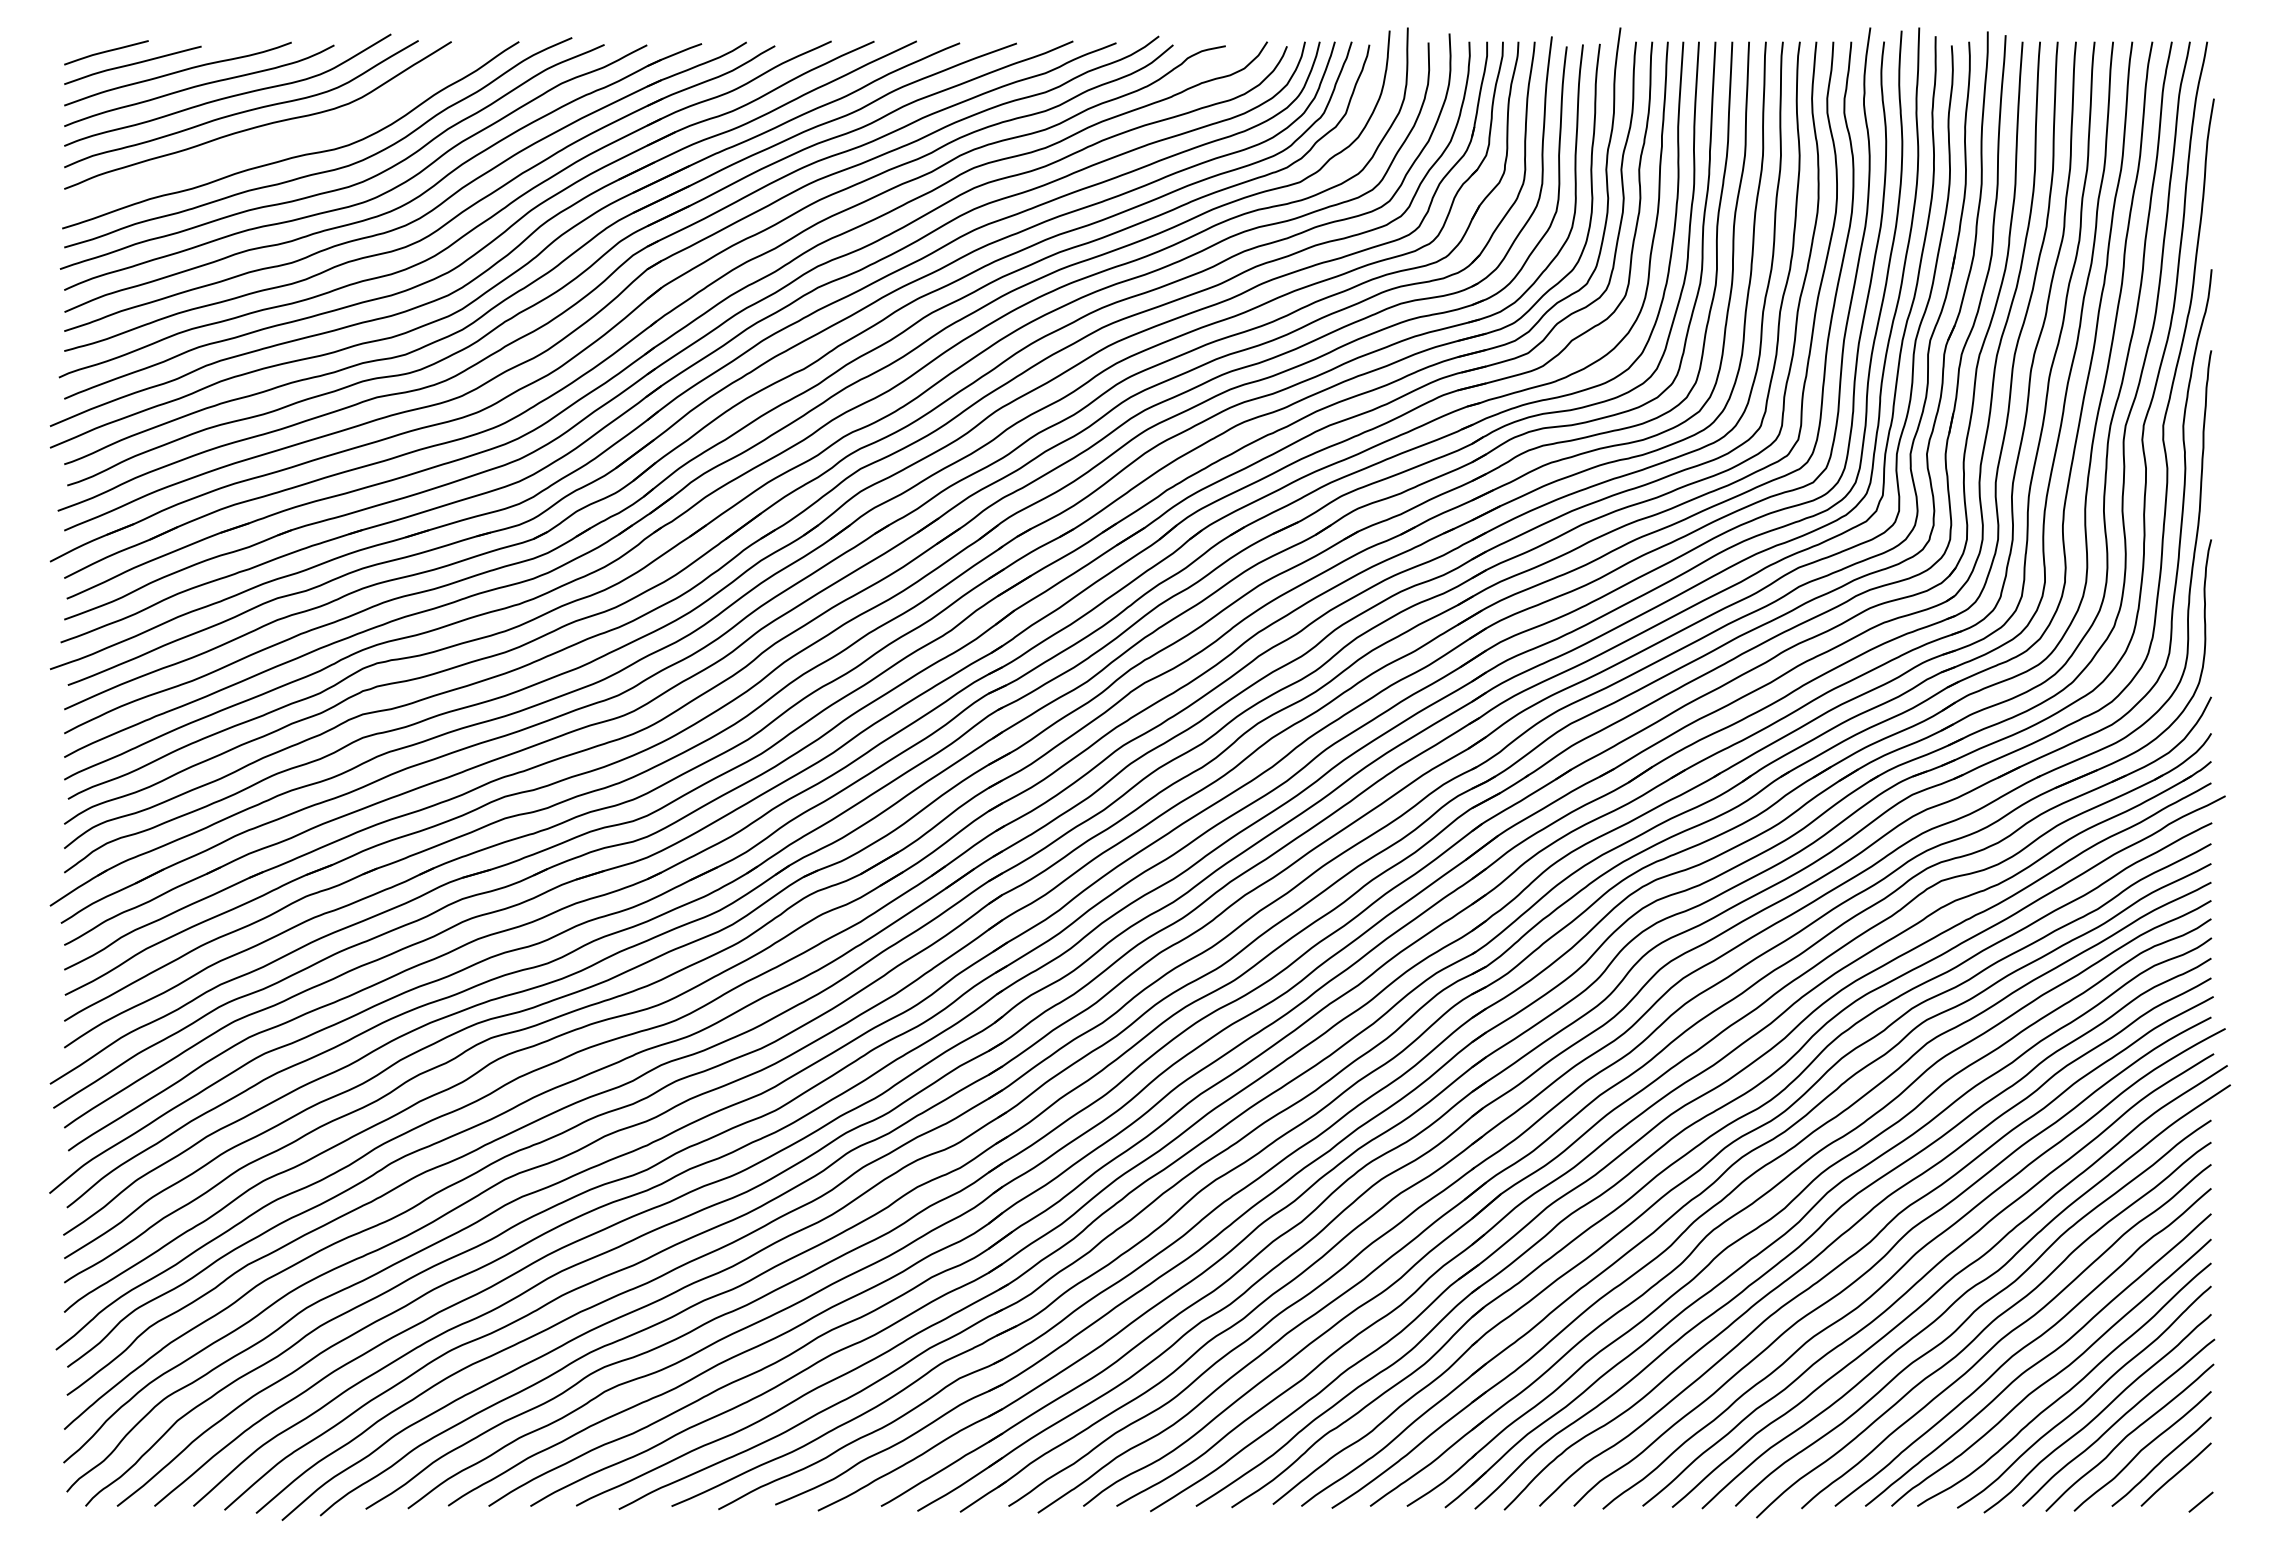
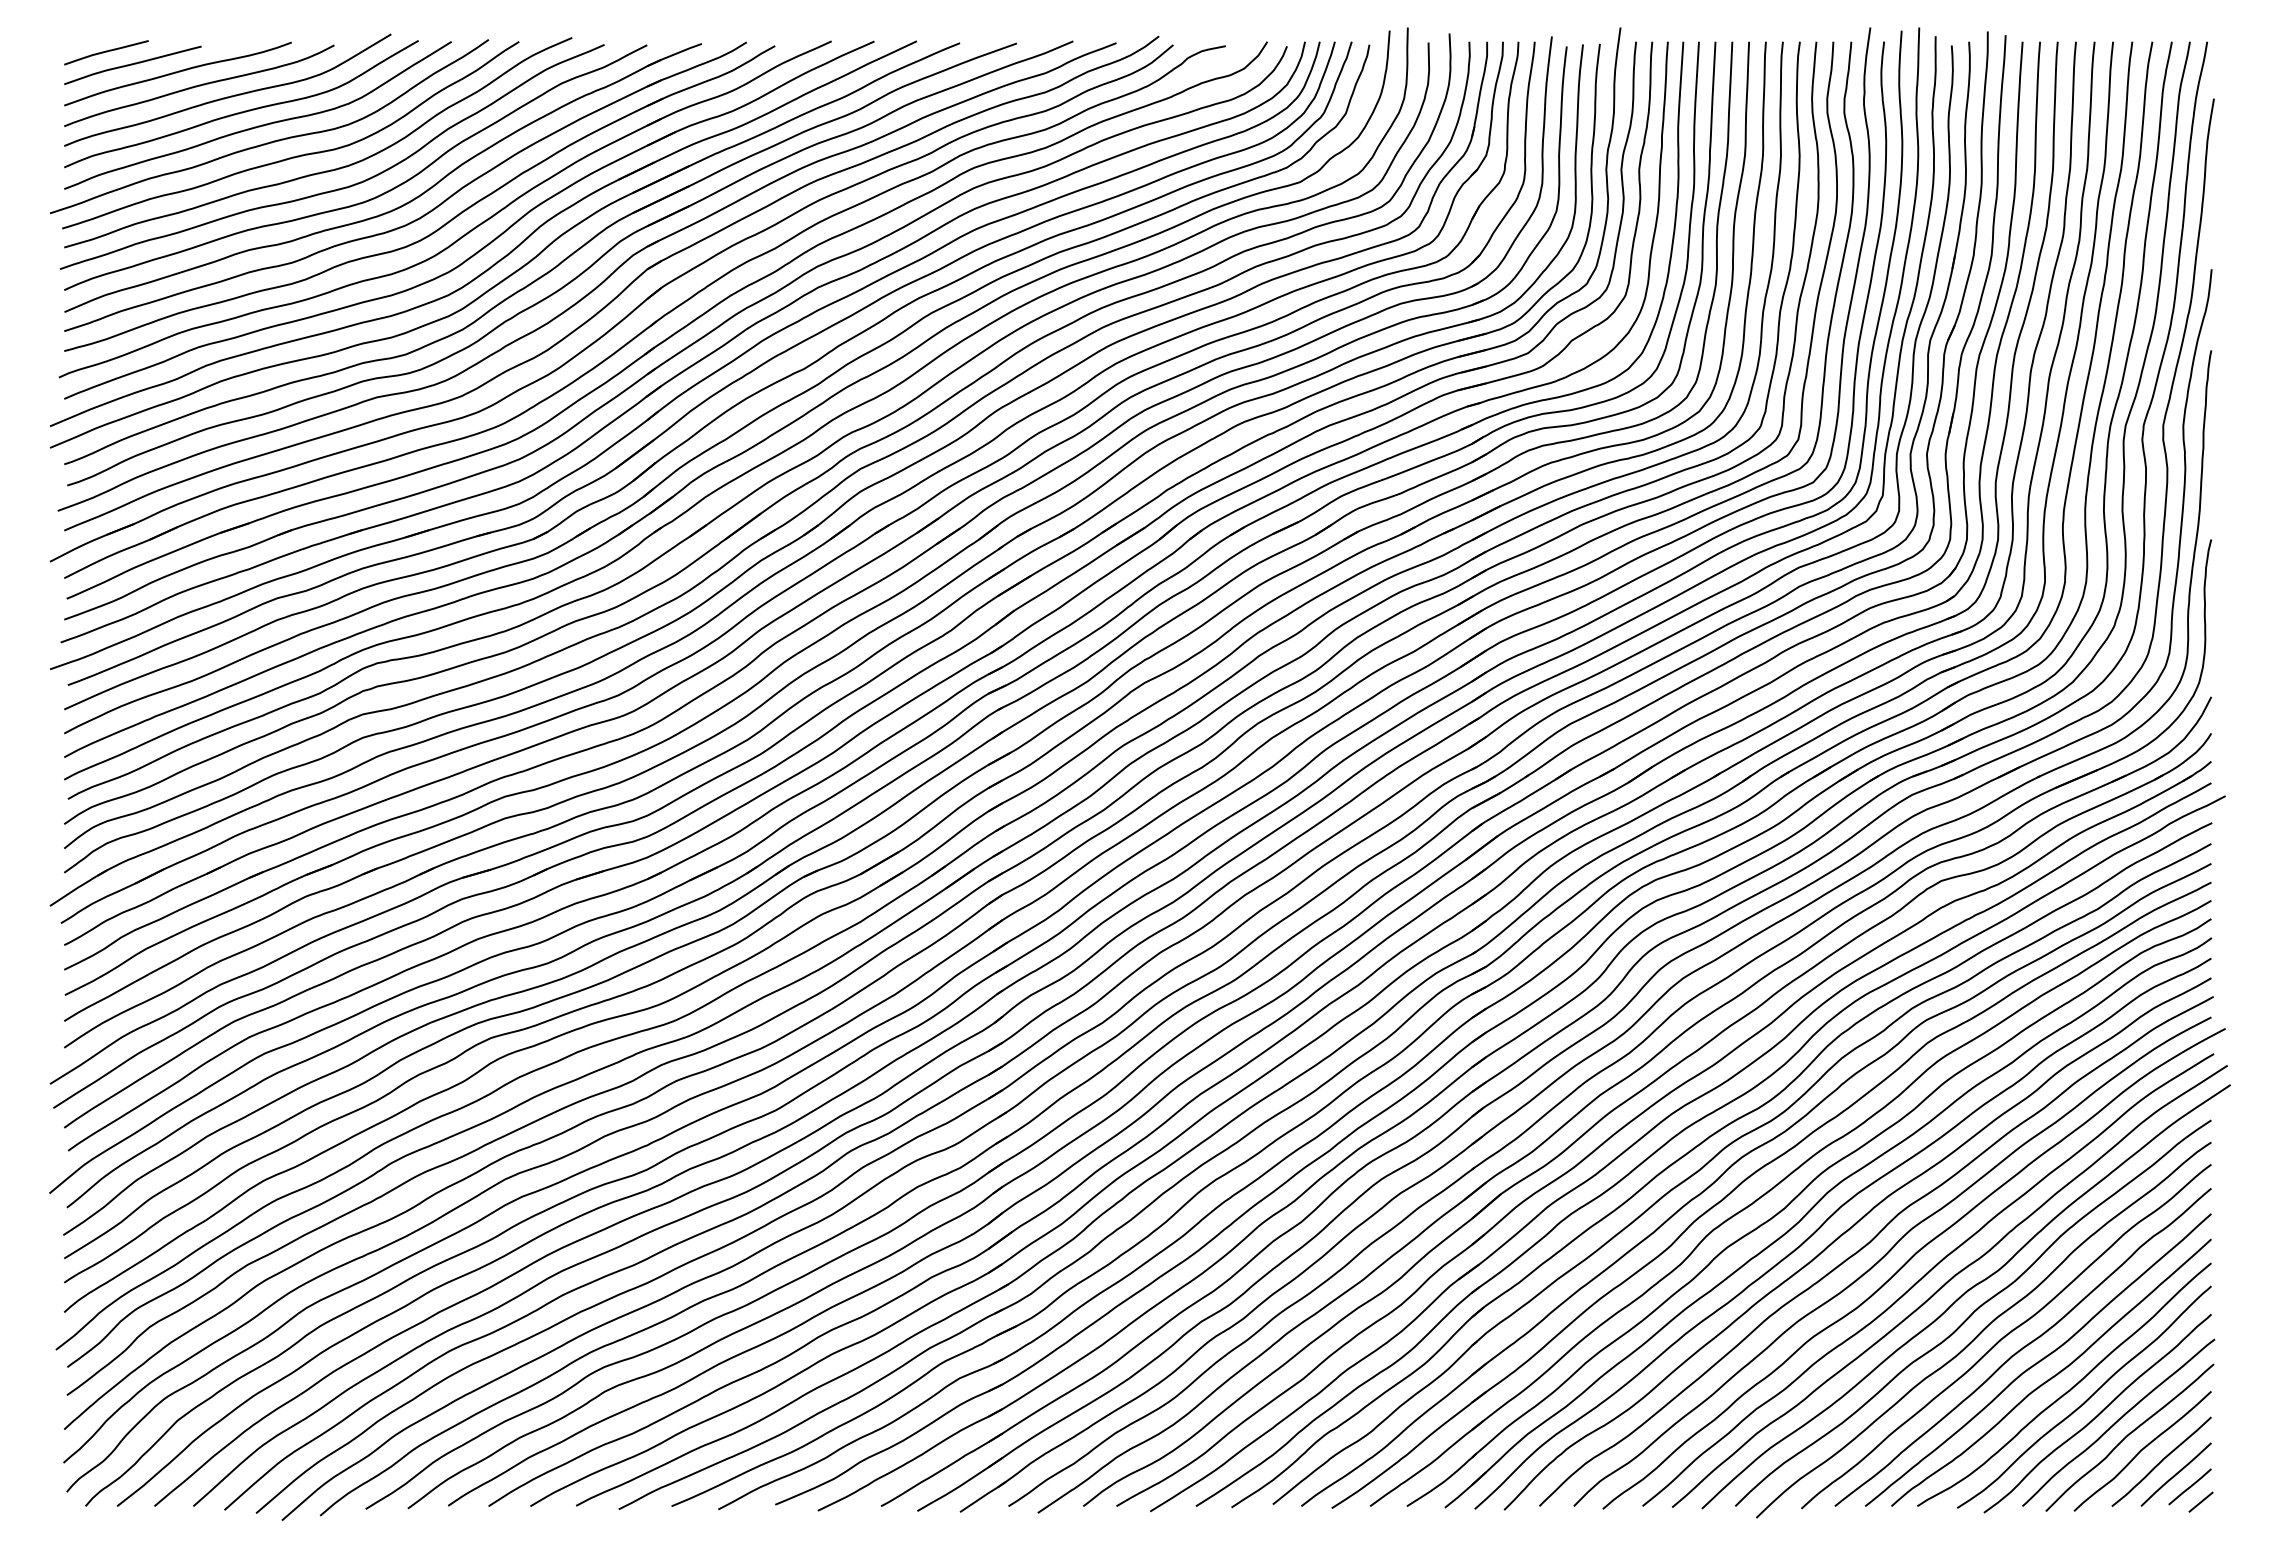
curve at (273, 140): none -> present
line at (2189, 1486): none -> present
